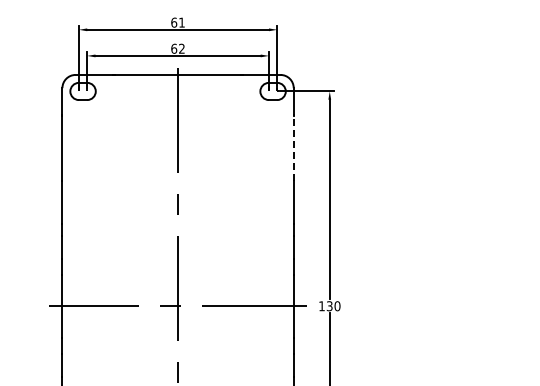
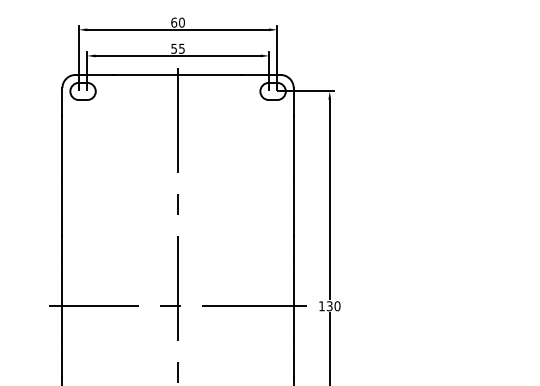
text at (181, 22): 61 -> 60
text at (177, 48): 62 -> 55
line at (293, 148): dashed -> solid
